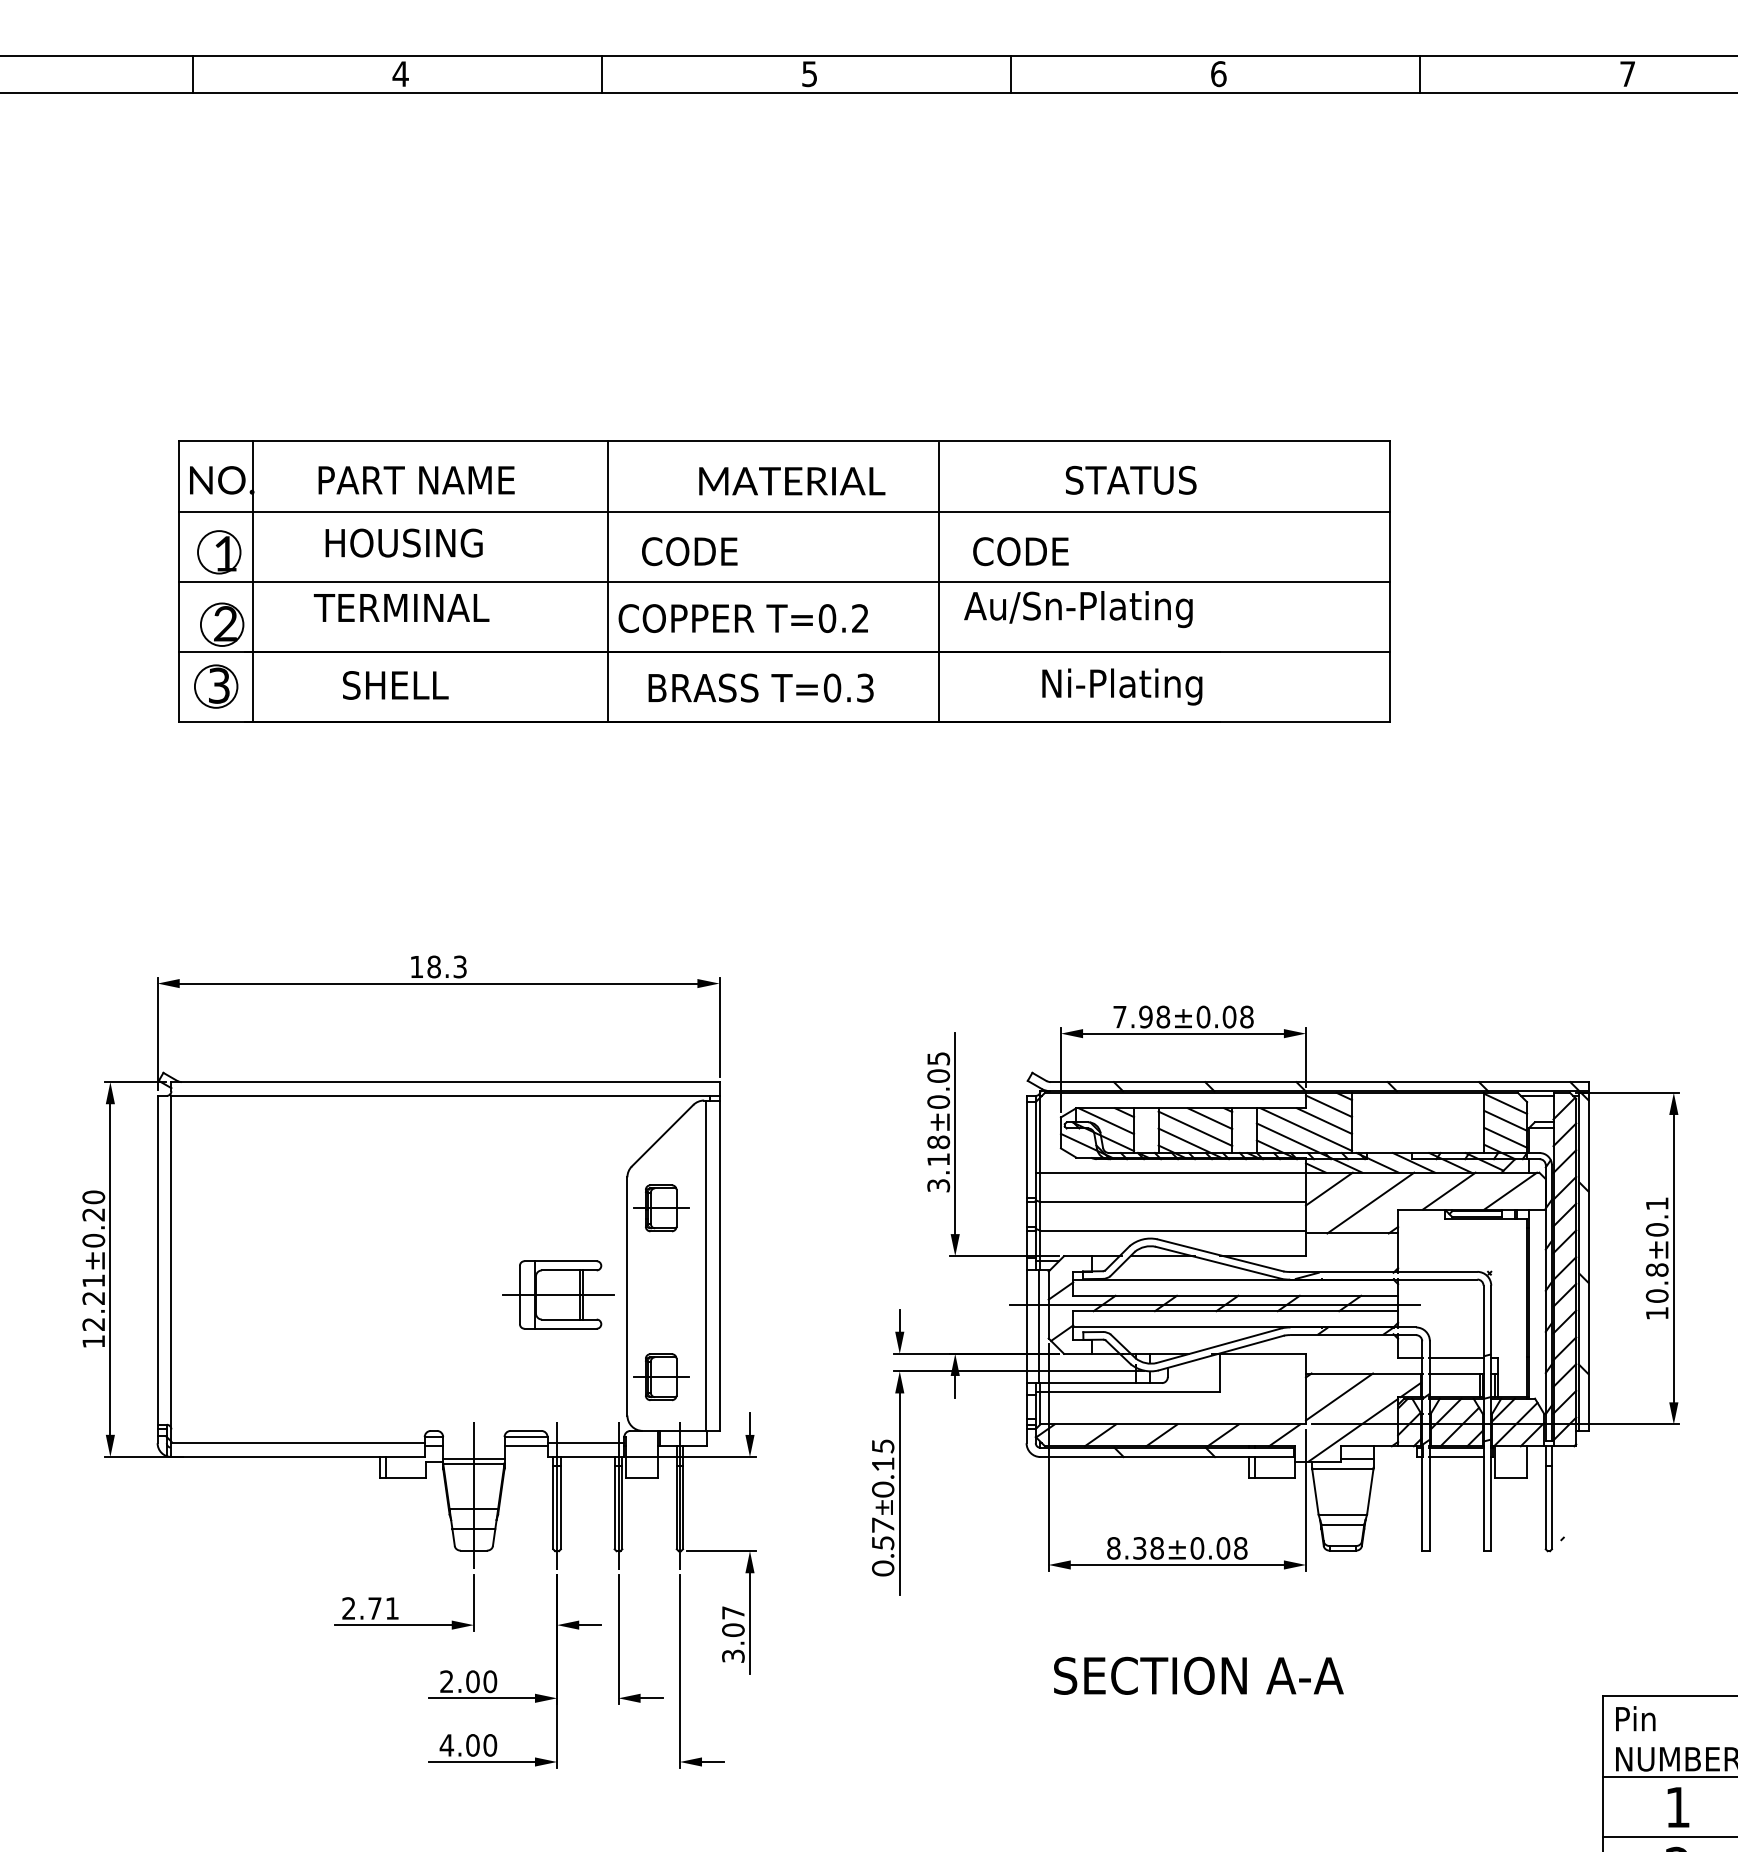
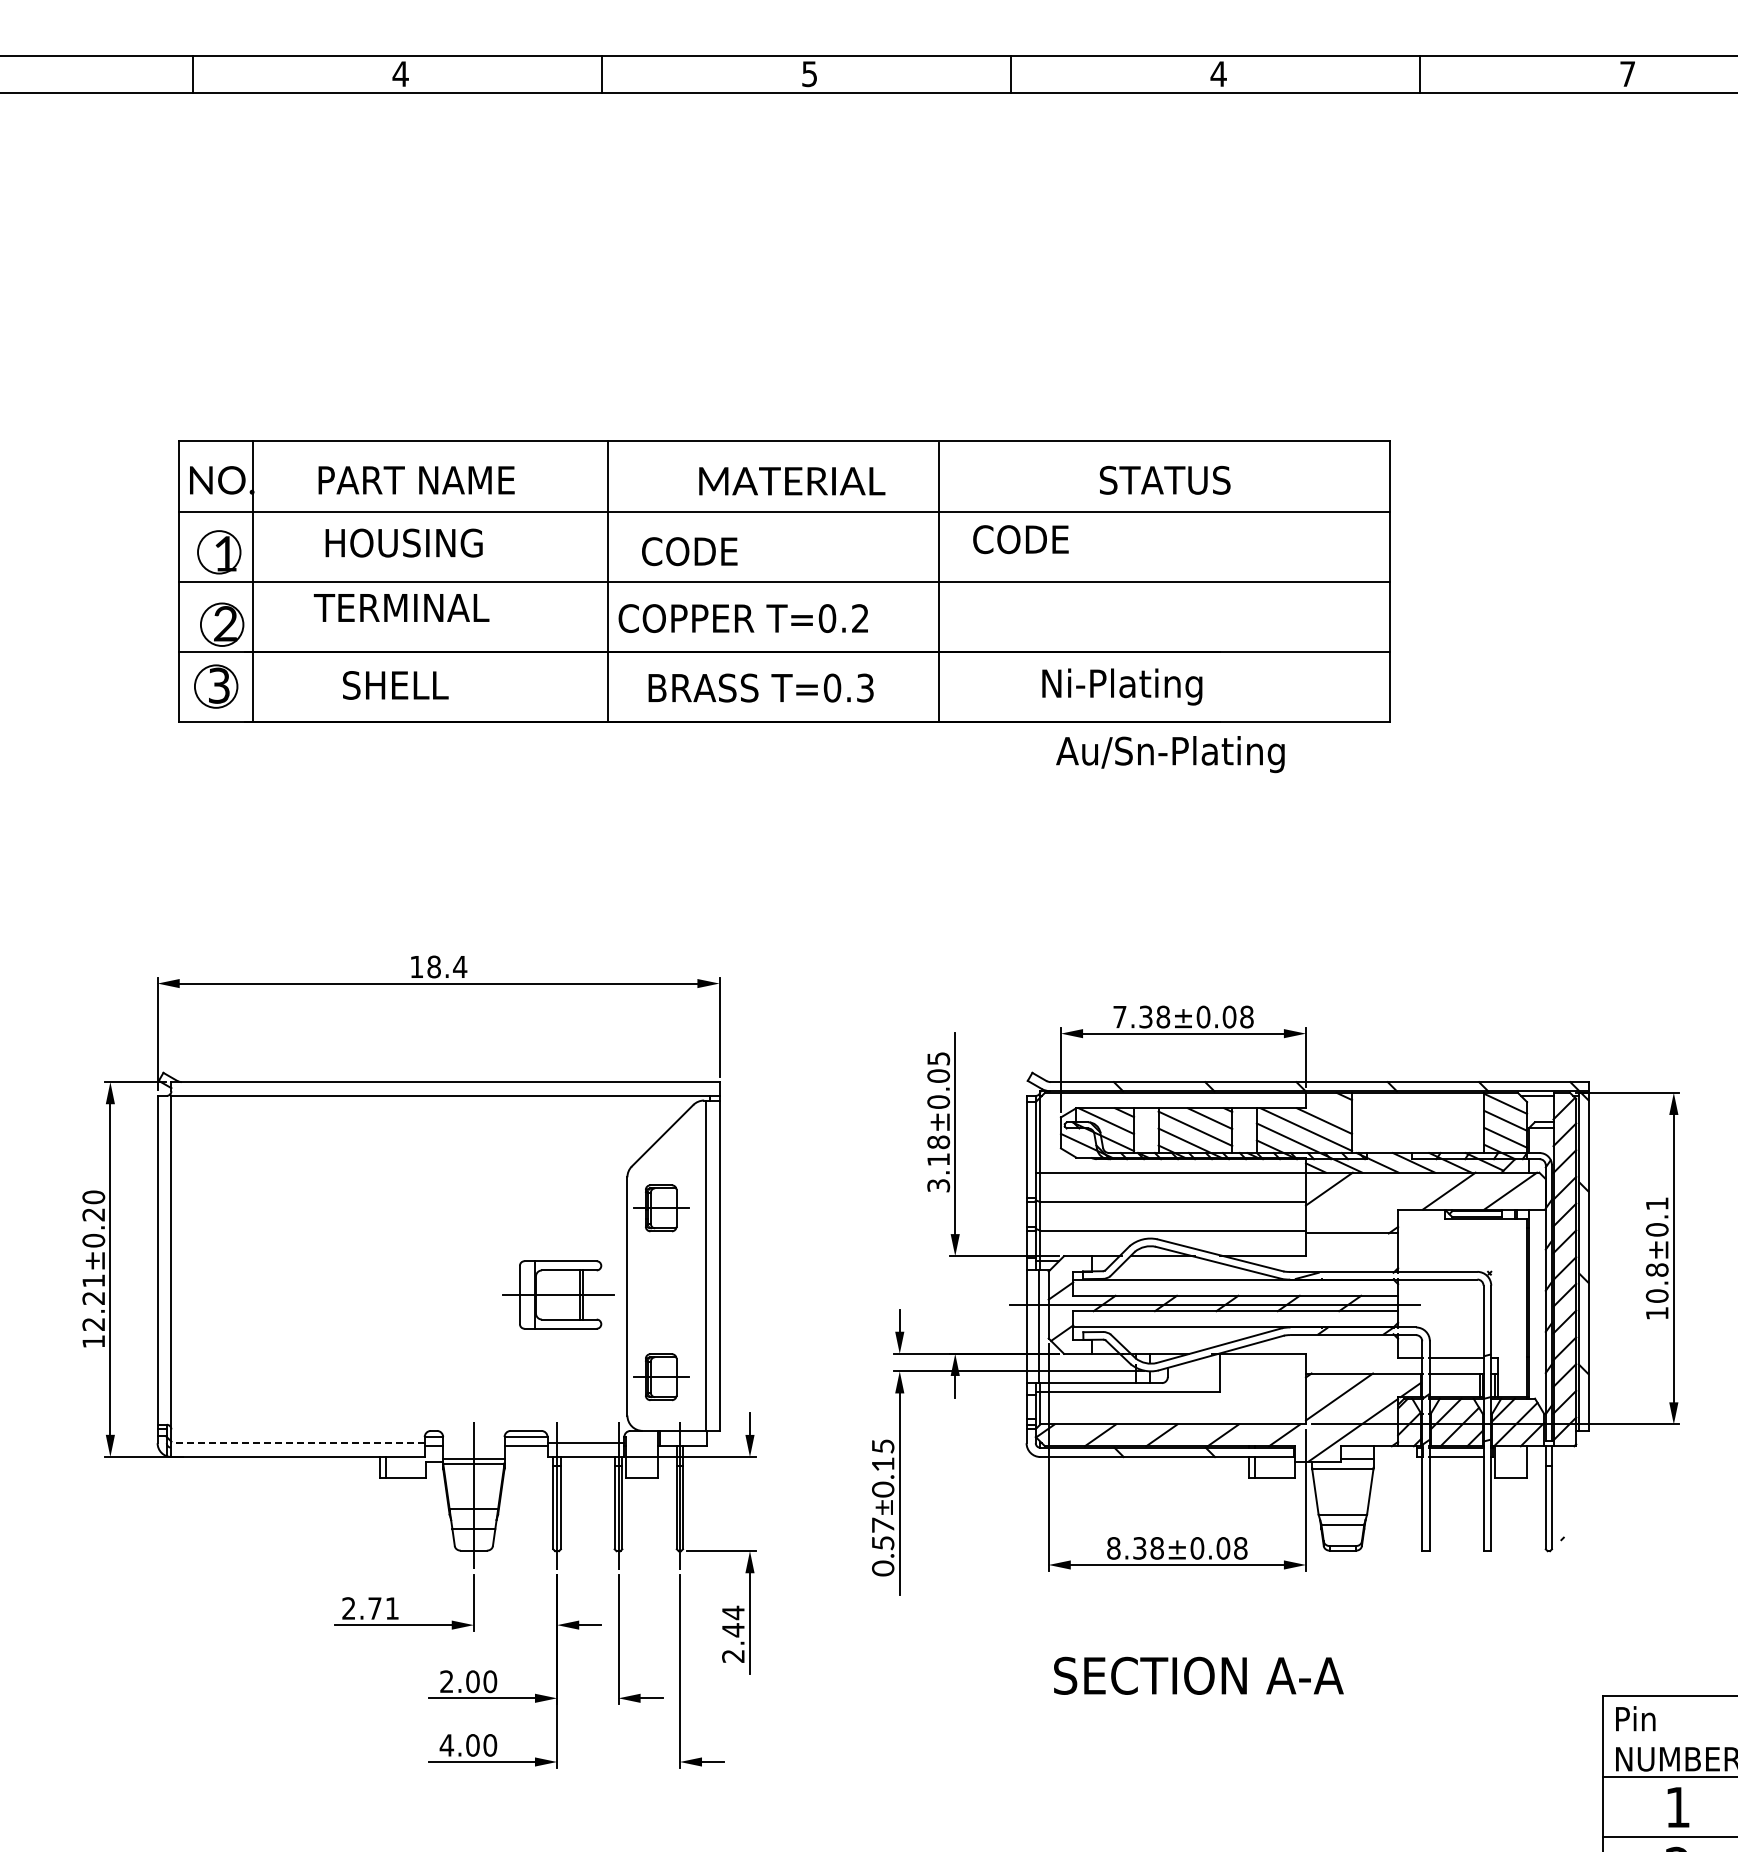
text at (1218, 74): 6 -> 4
text at (1131, 479) position: (1131, 479) -> (1165, 479)
text at (1020, 551) position: (1020, 551) -> (1020, 539)
text at (1078, 609) position: (1078, 609) -> (1170, 754)
text at (460, 966): 18.3 -> 18.4
text at (1145, 1016): 7.98±0.08 -> 7.38±0.08
line at (1329, 1106): present -> none
line at (1370, 1202): present -> none
line at (298, 1443): solid -> dashed
text at (733, 1633): 3.07 -> 2.44
